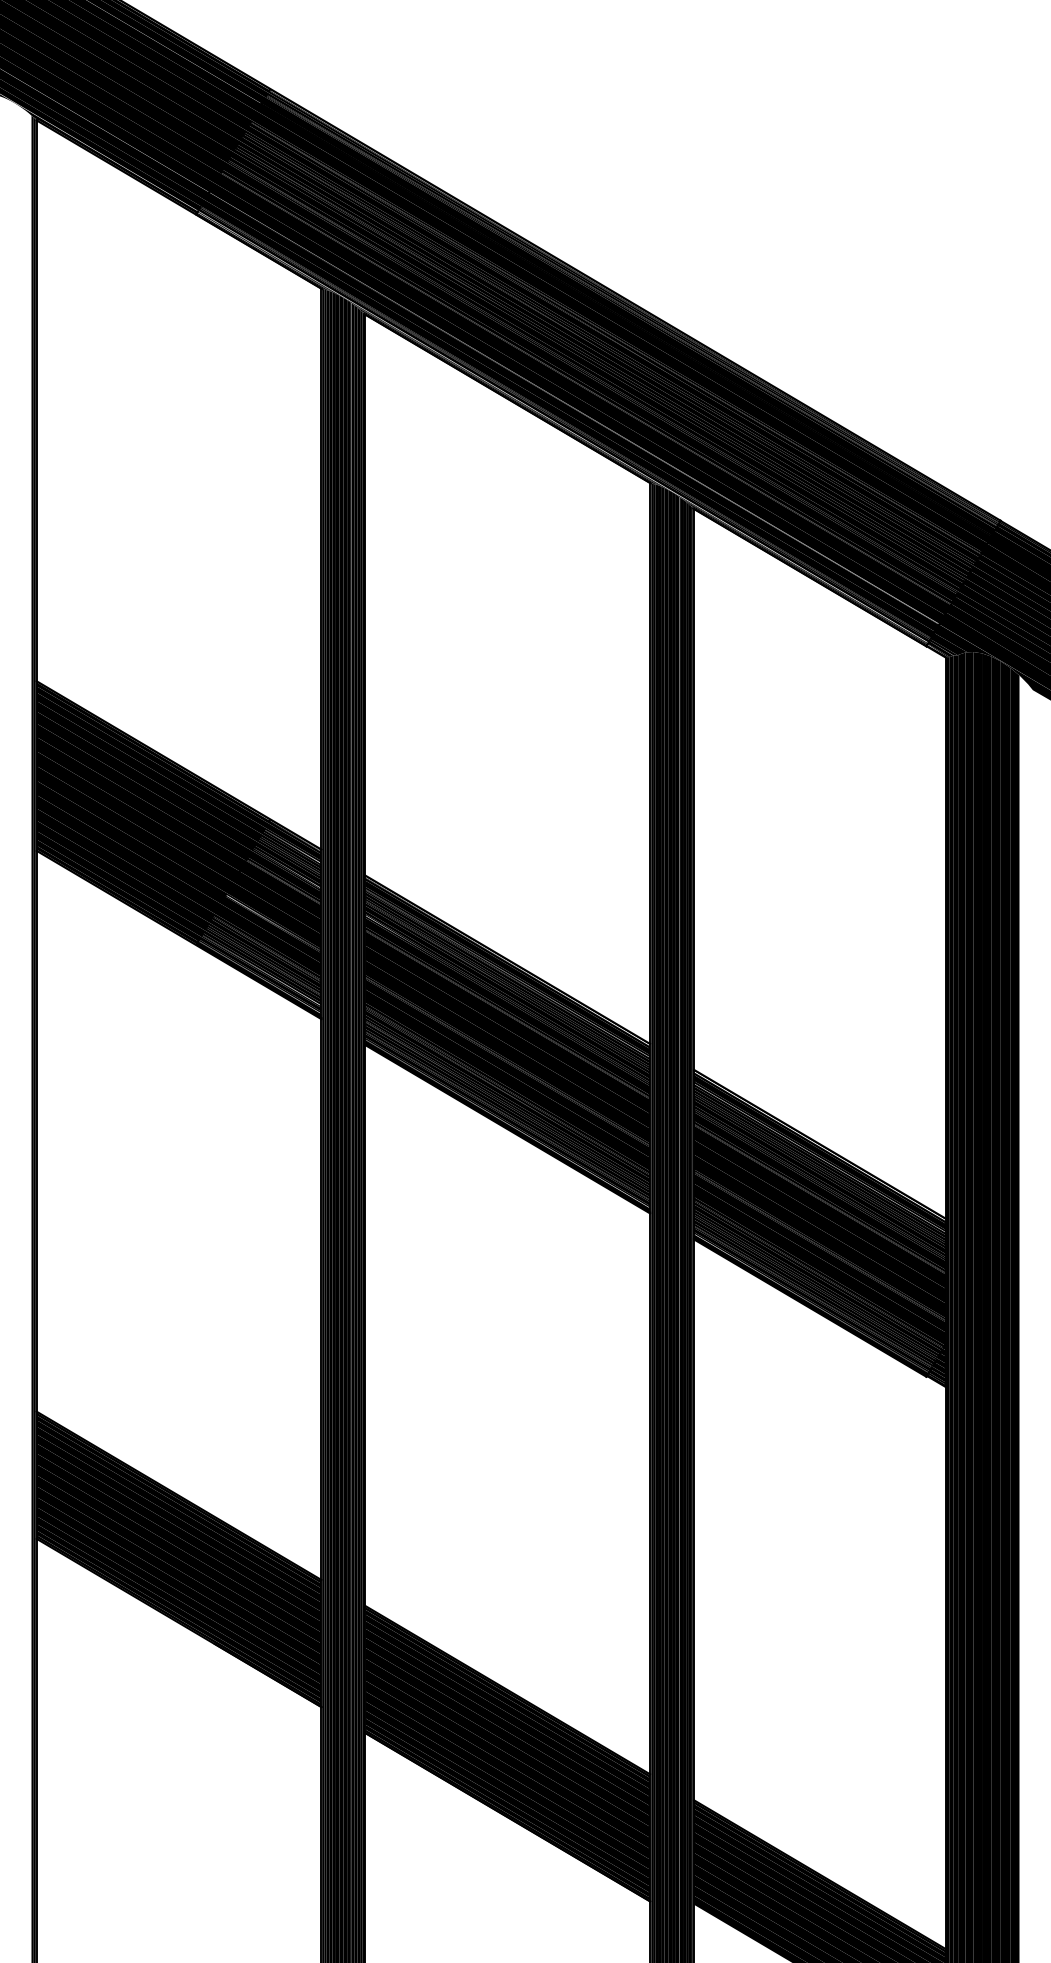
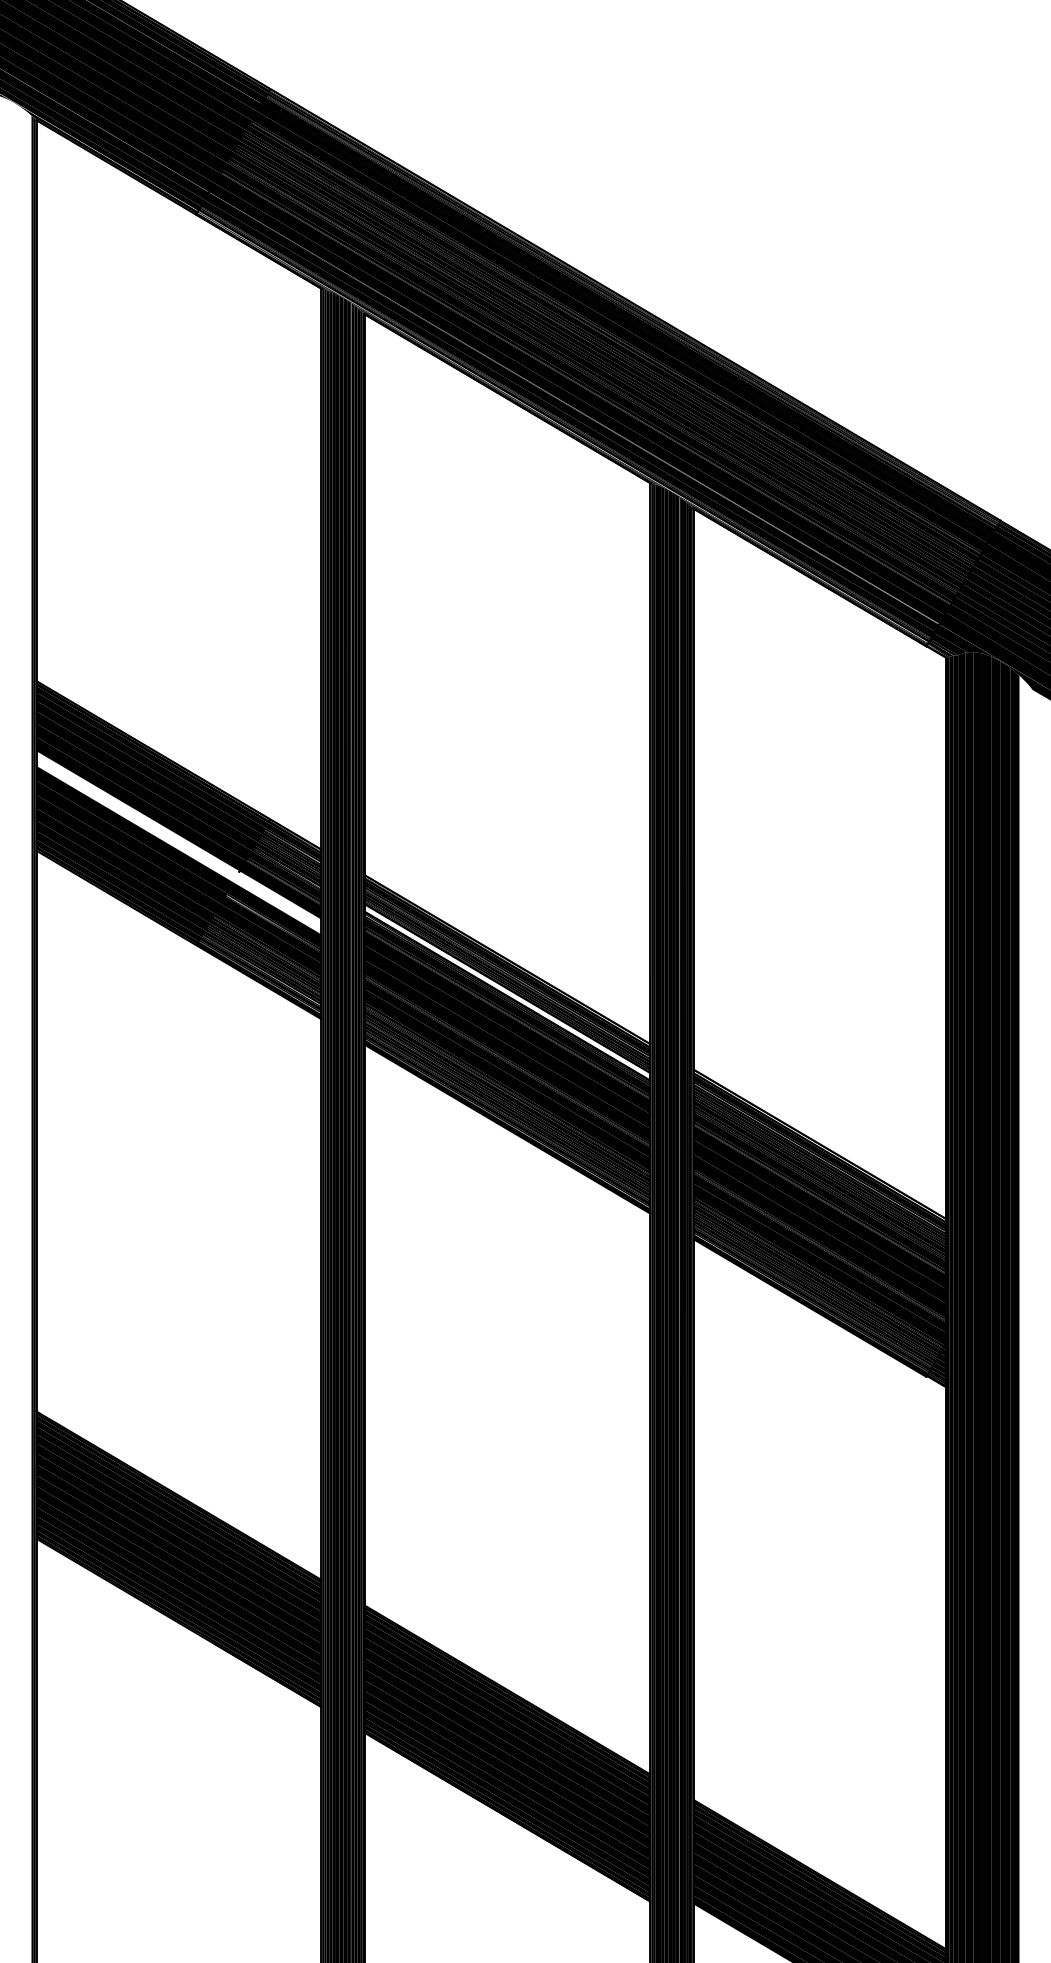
fill at (178, 842): present -> none
fill at (507, 992): present -> none
